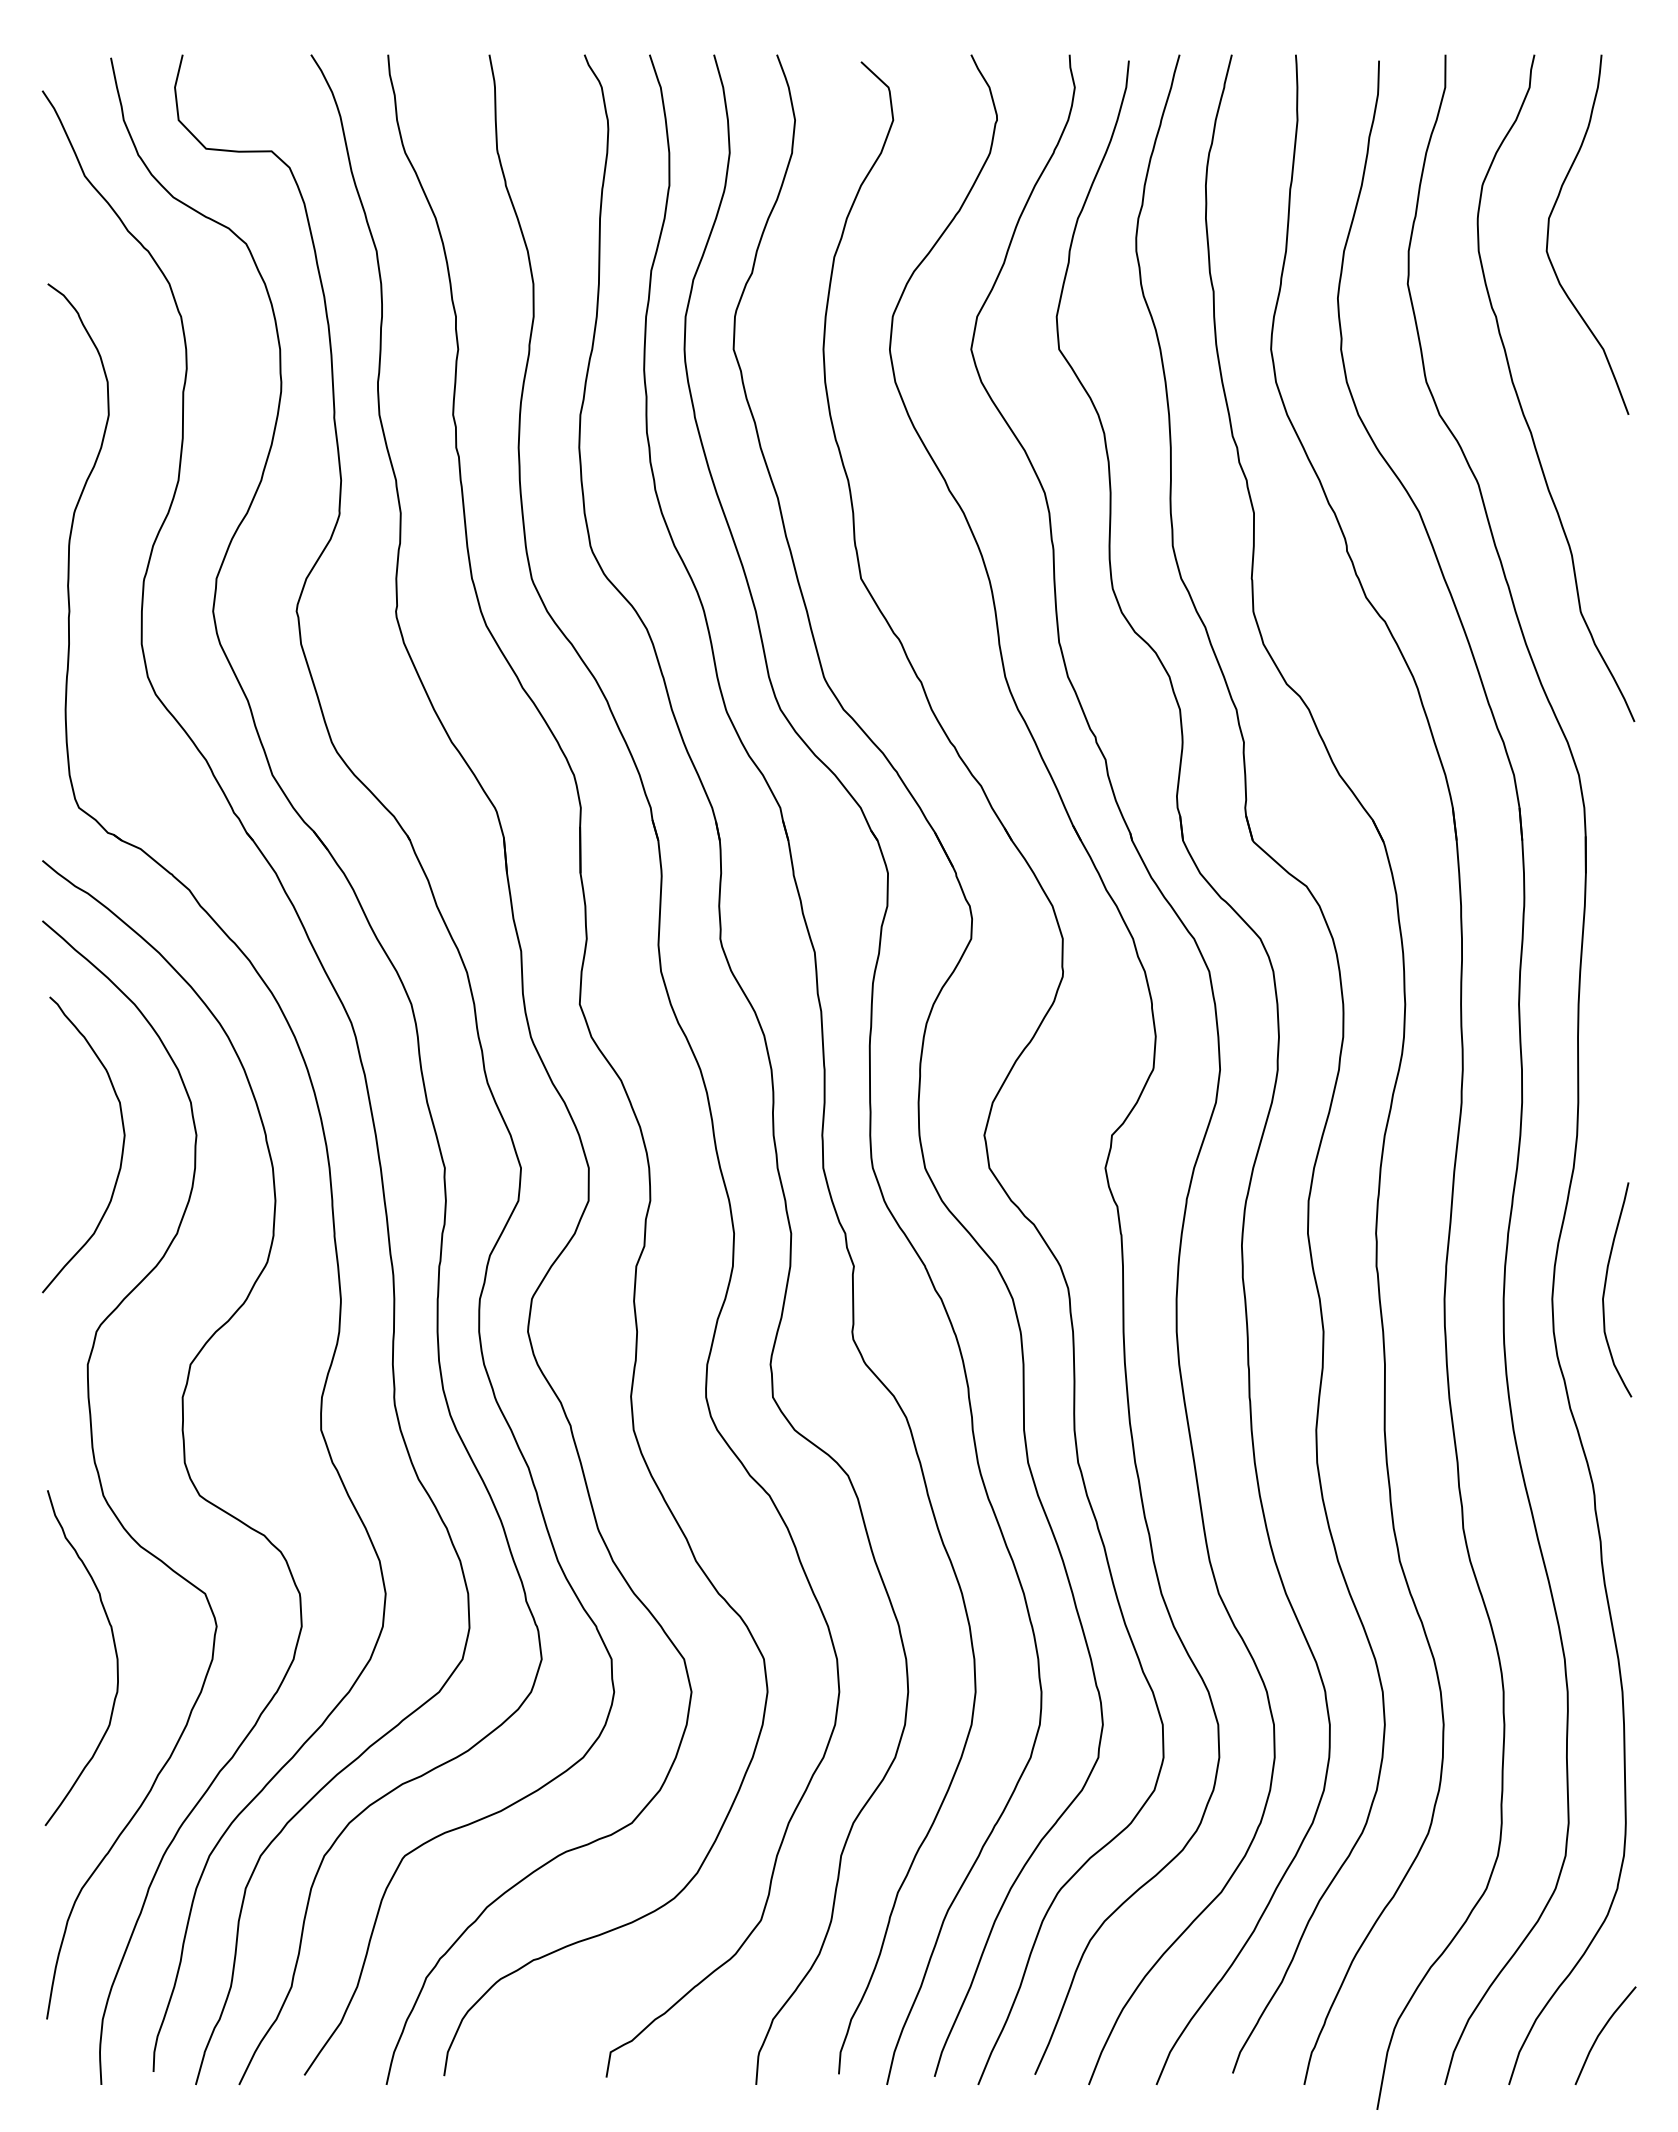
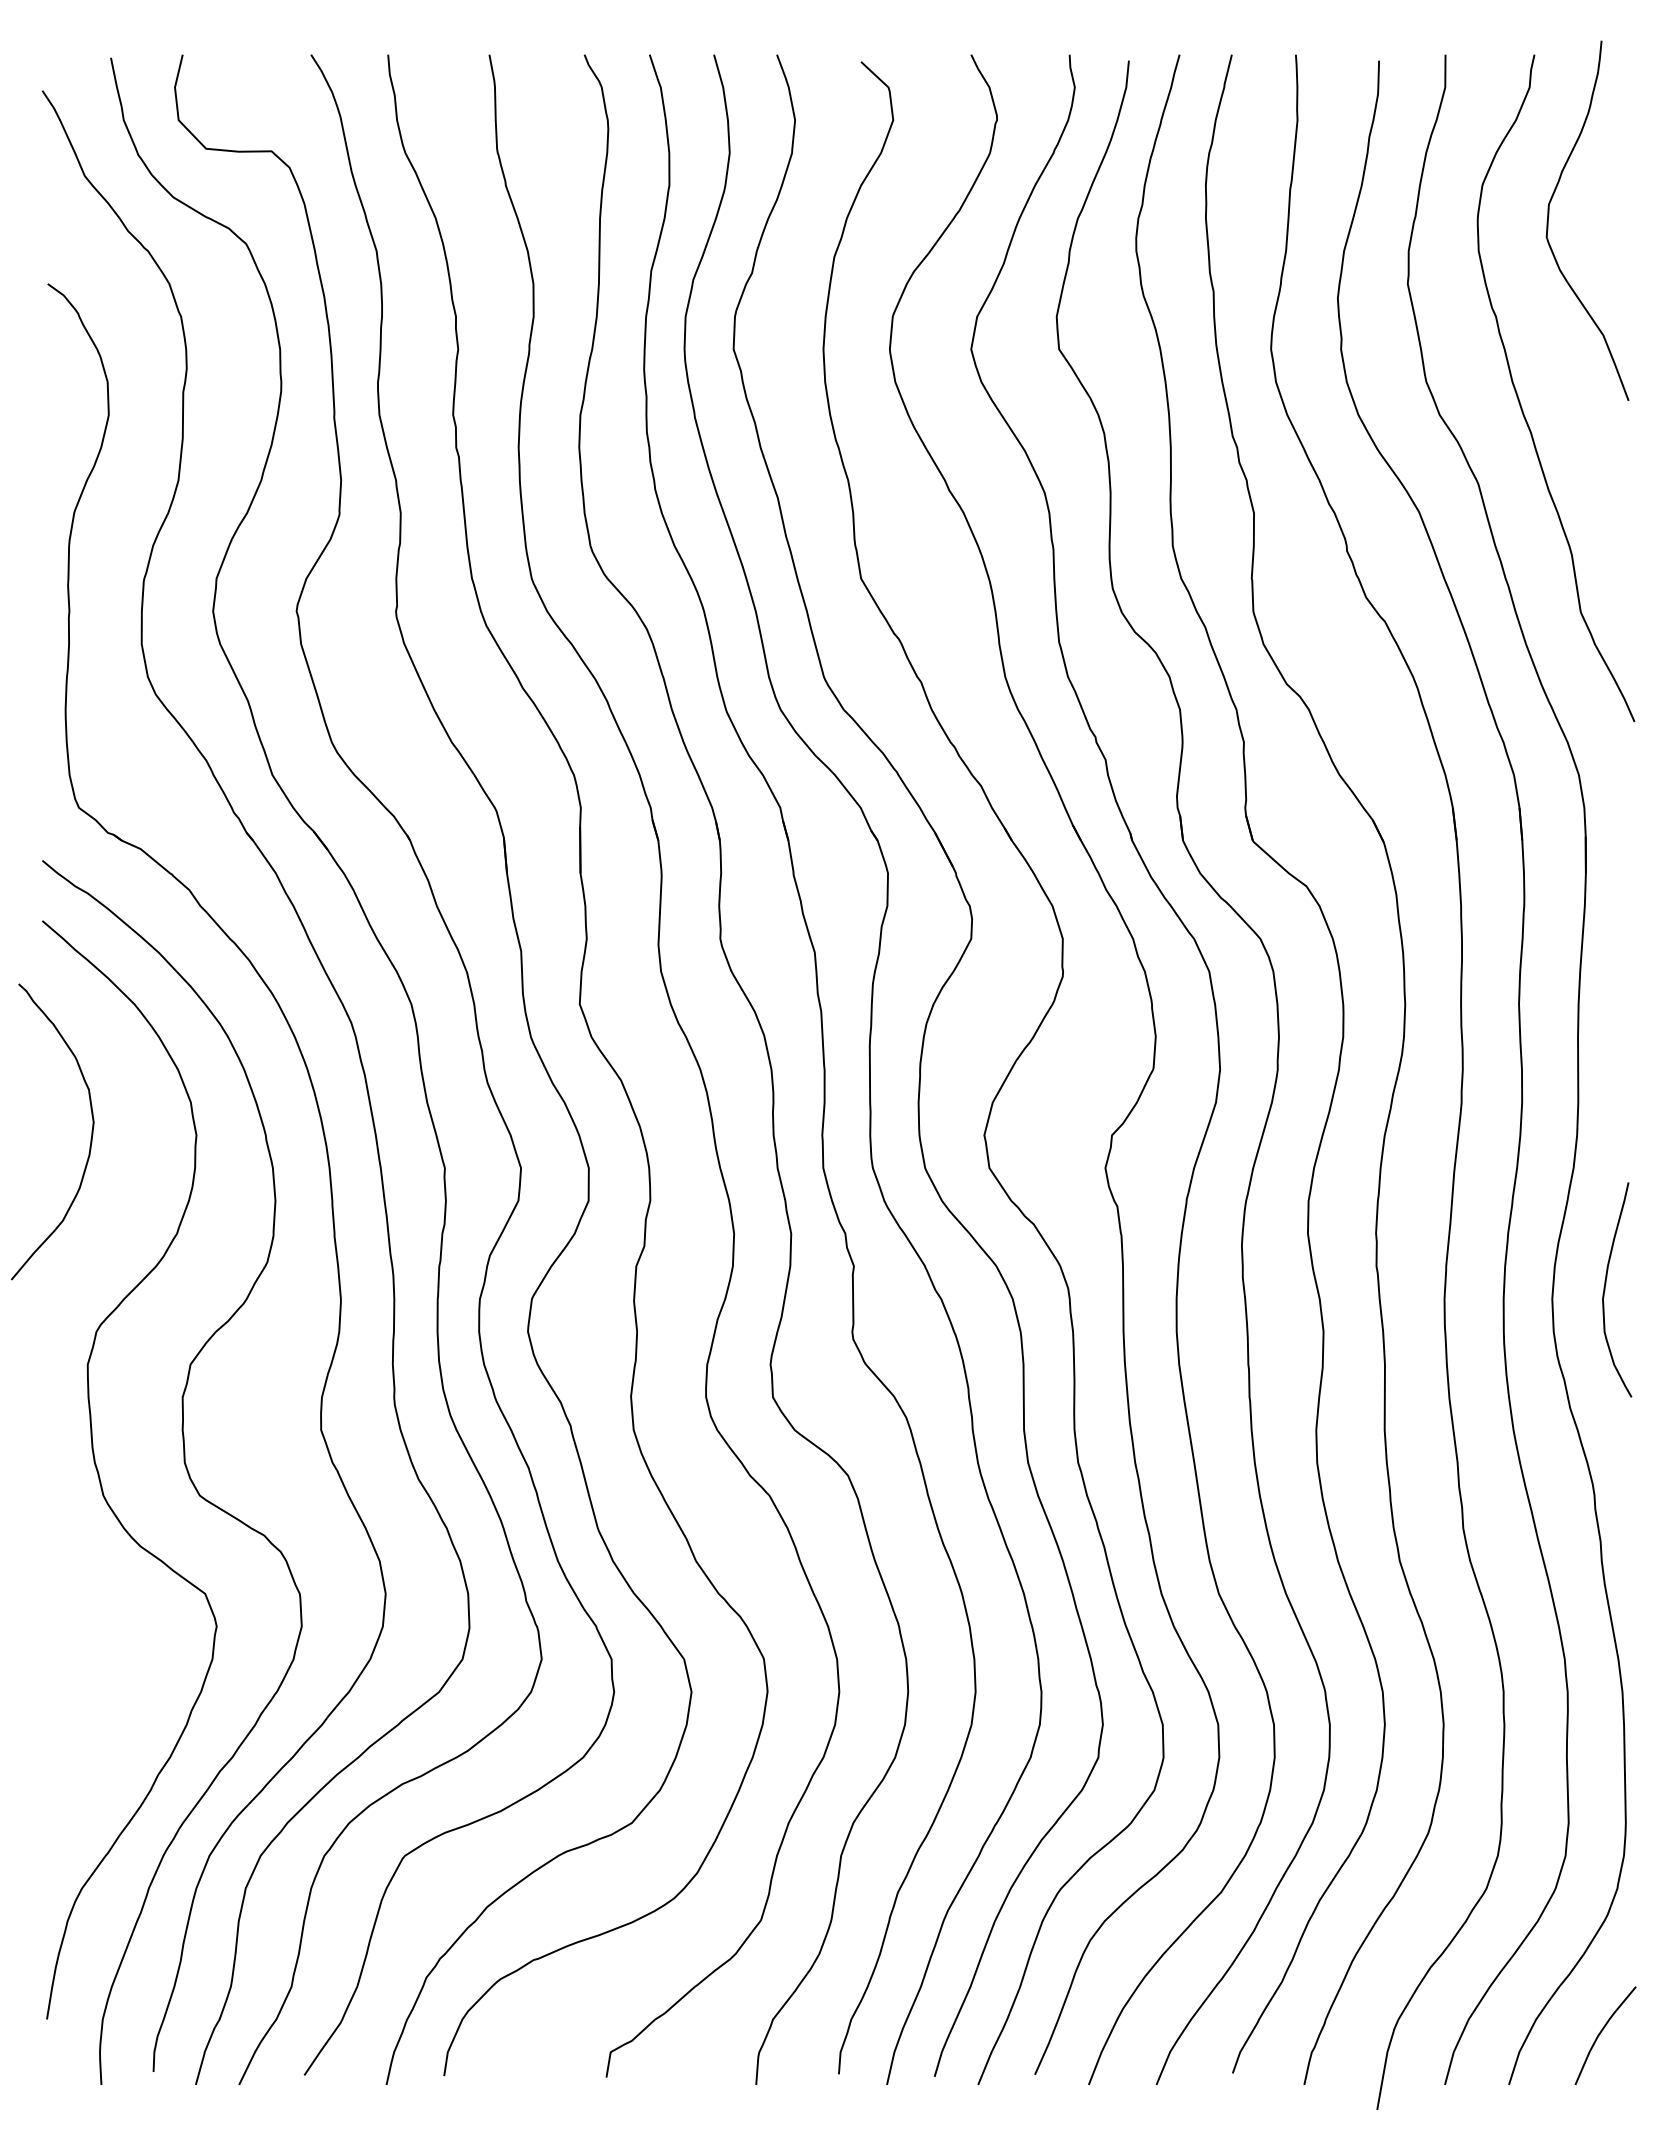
curve at (1549, 229) position: (1549, 229) -> (1549, 215)
curve at (121, 1151) position: (121, 1151) -> (90, 1138)
curve at (114, 1649): present -> none
